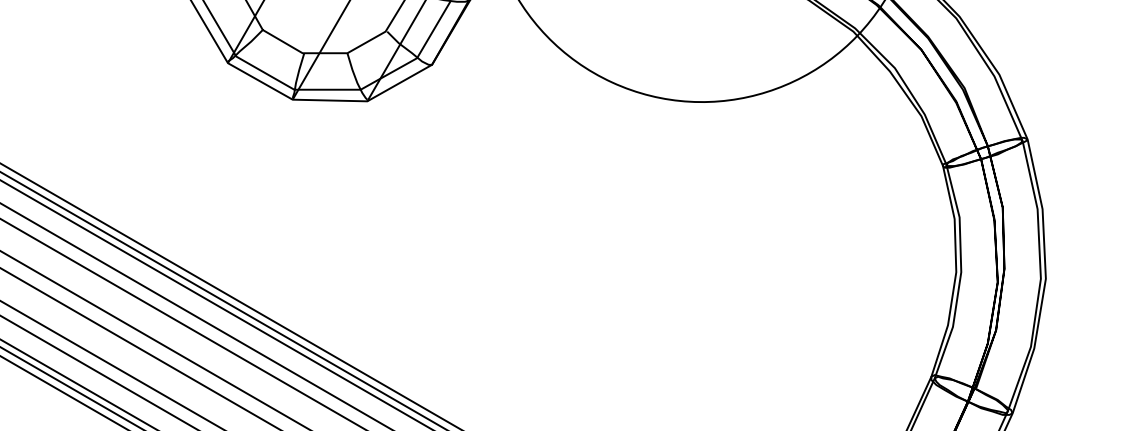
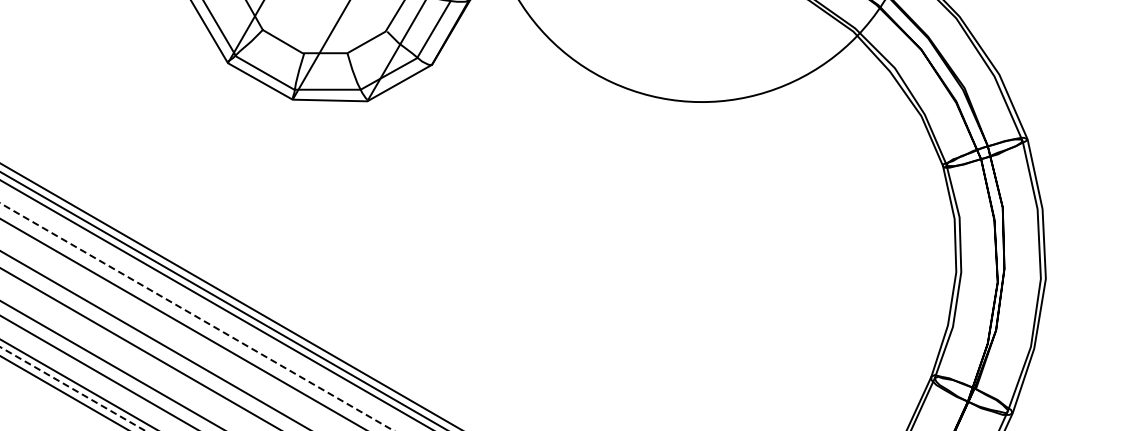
line at (196, 316): solid -> dashed
line at (72, 388): solid -> dashed
